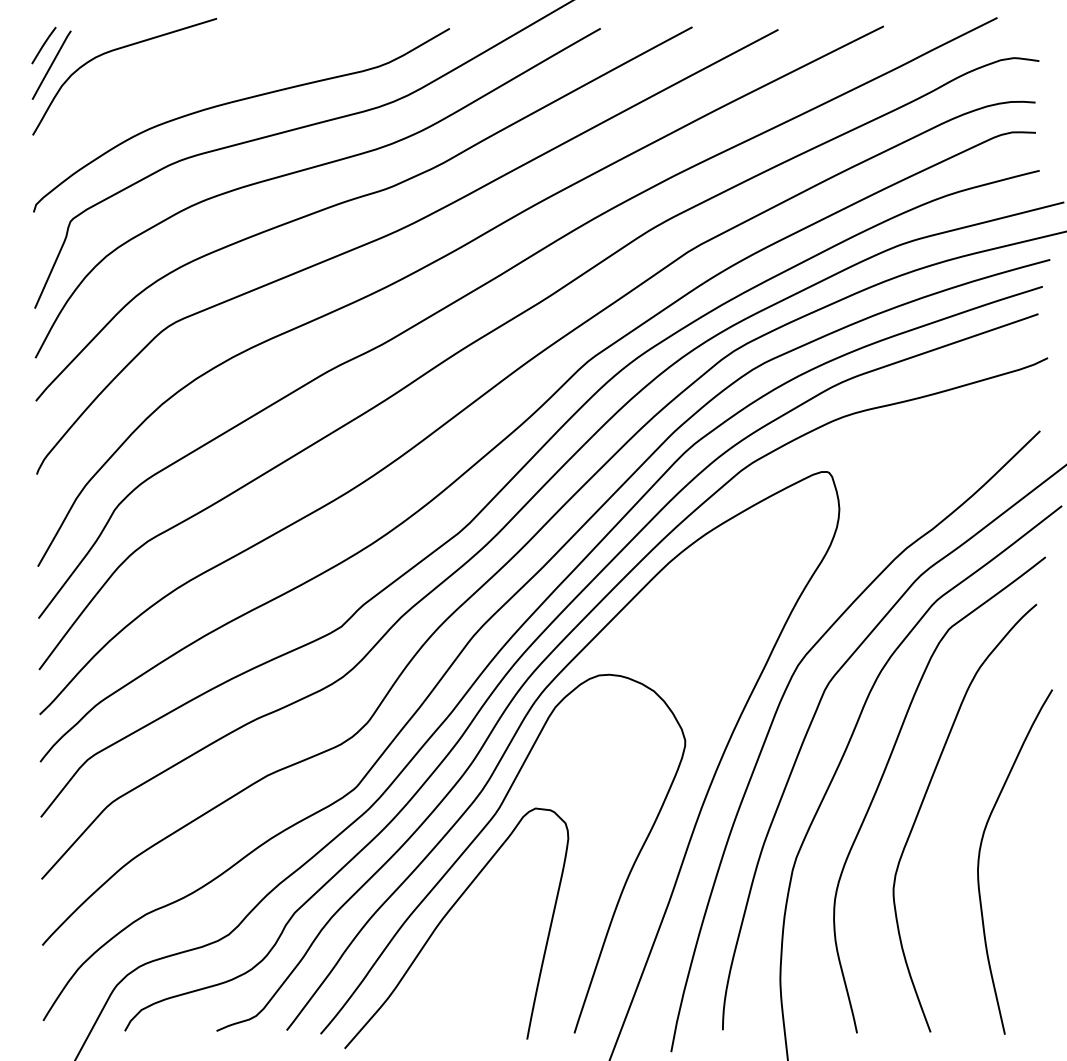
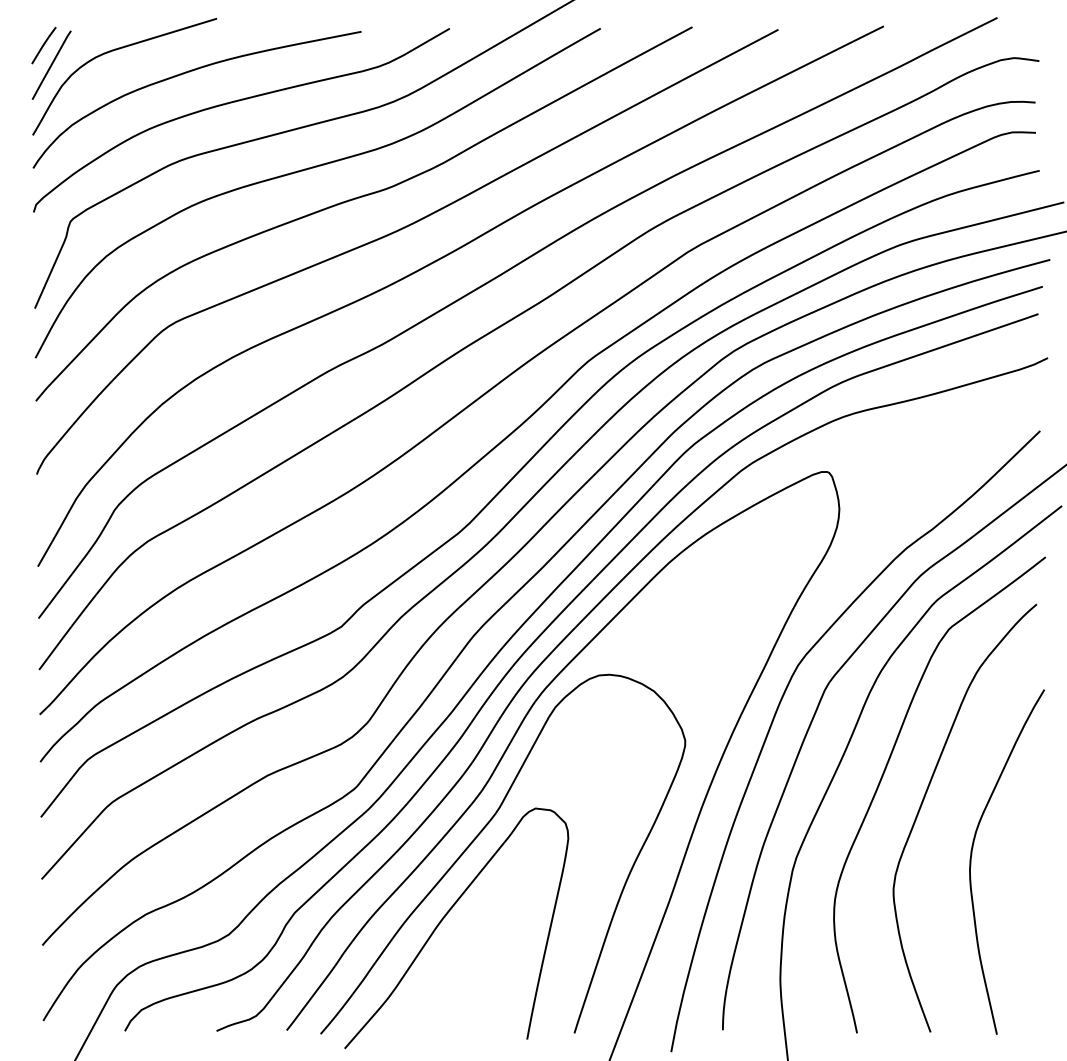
curve at (186, 73): none -> present
curve at (980, 854) position: (980, 854) -> (972, 854)
